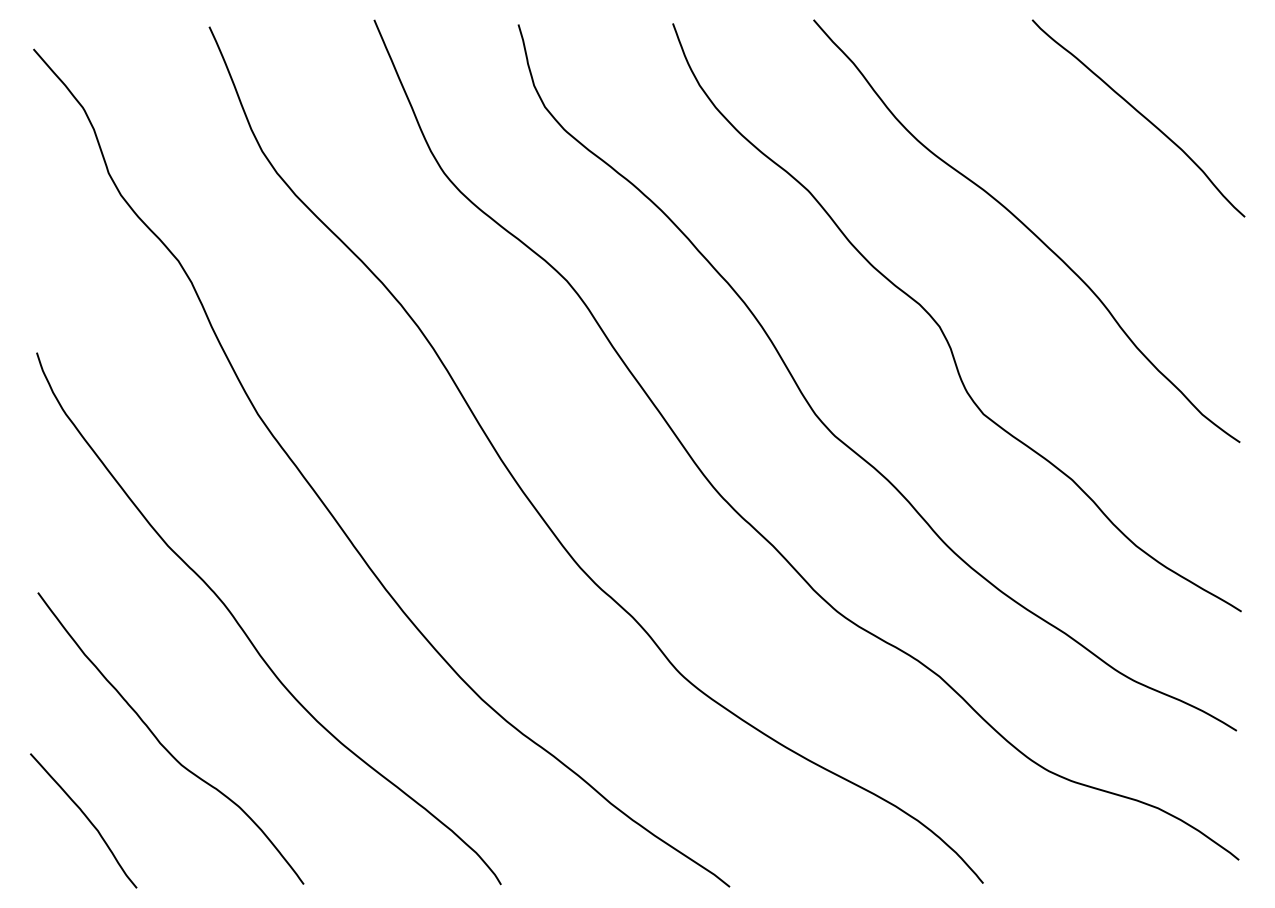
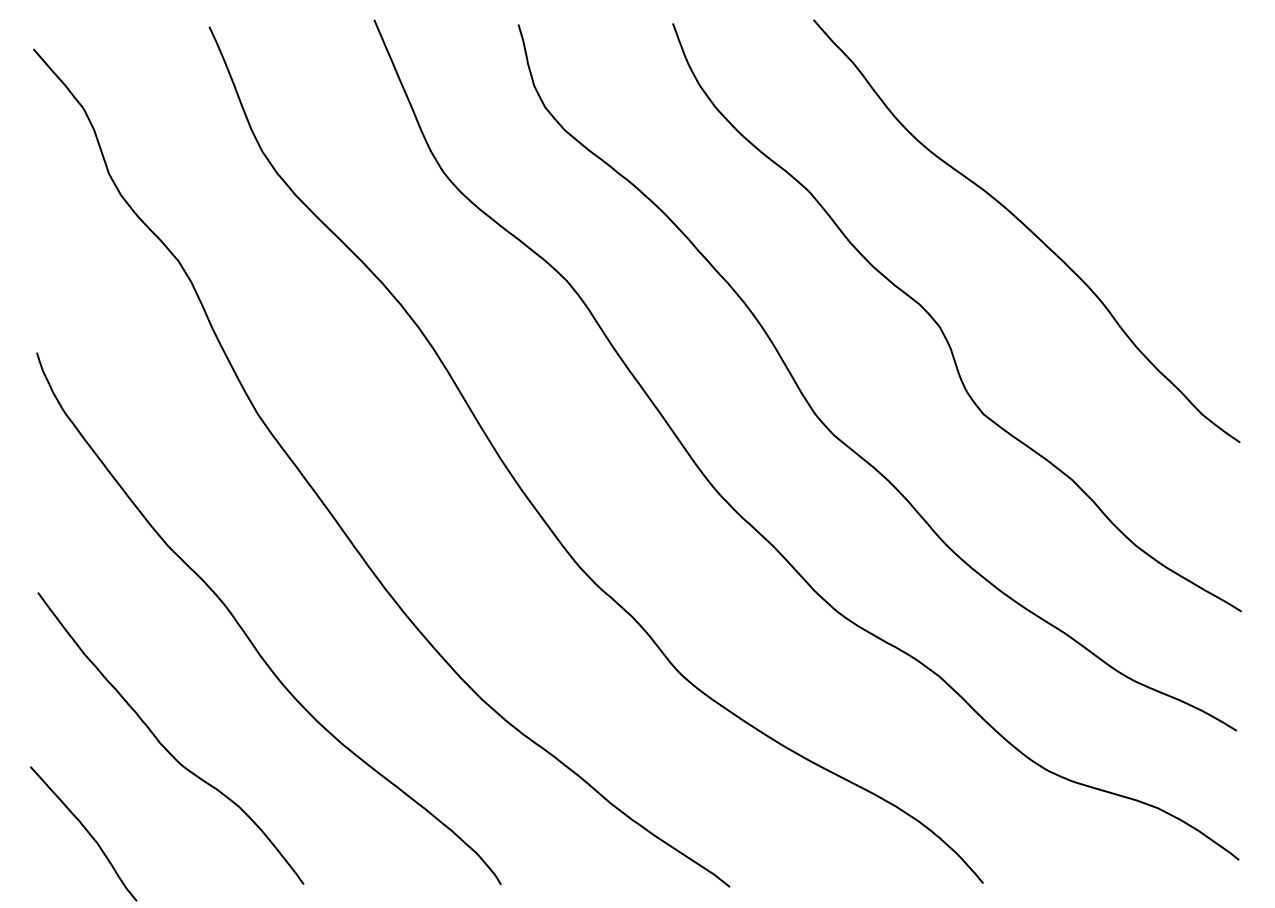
curve at (1139, 114): present -> none
curve at (85, 817) position: (85, 817) -> (85, 830)
